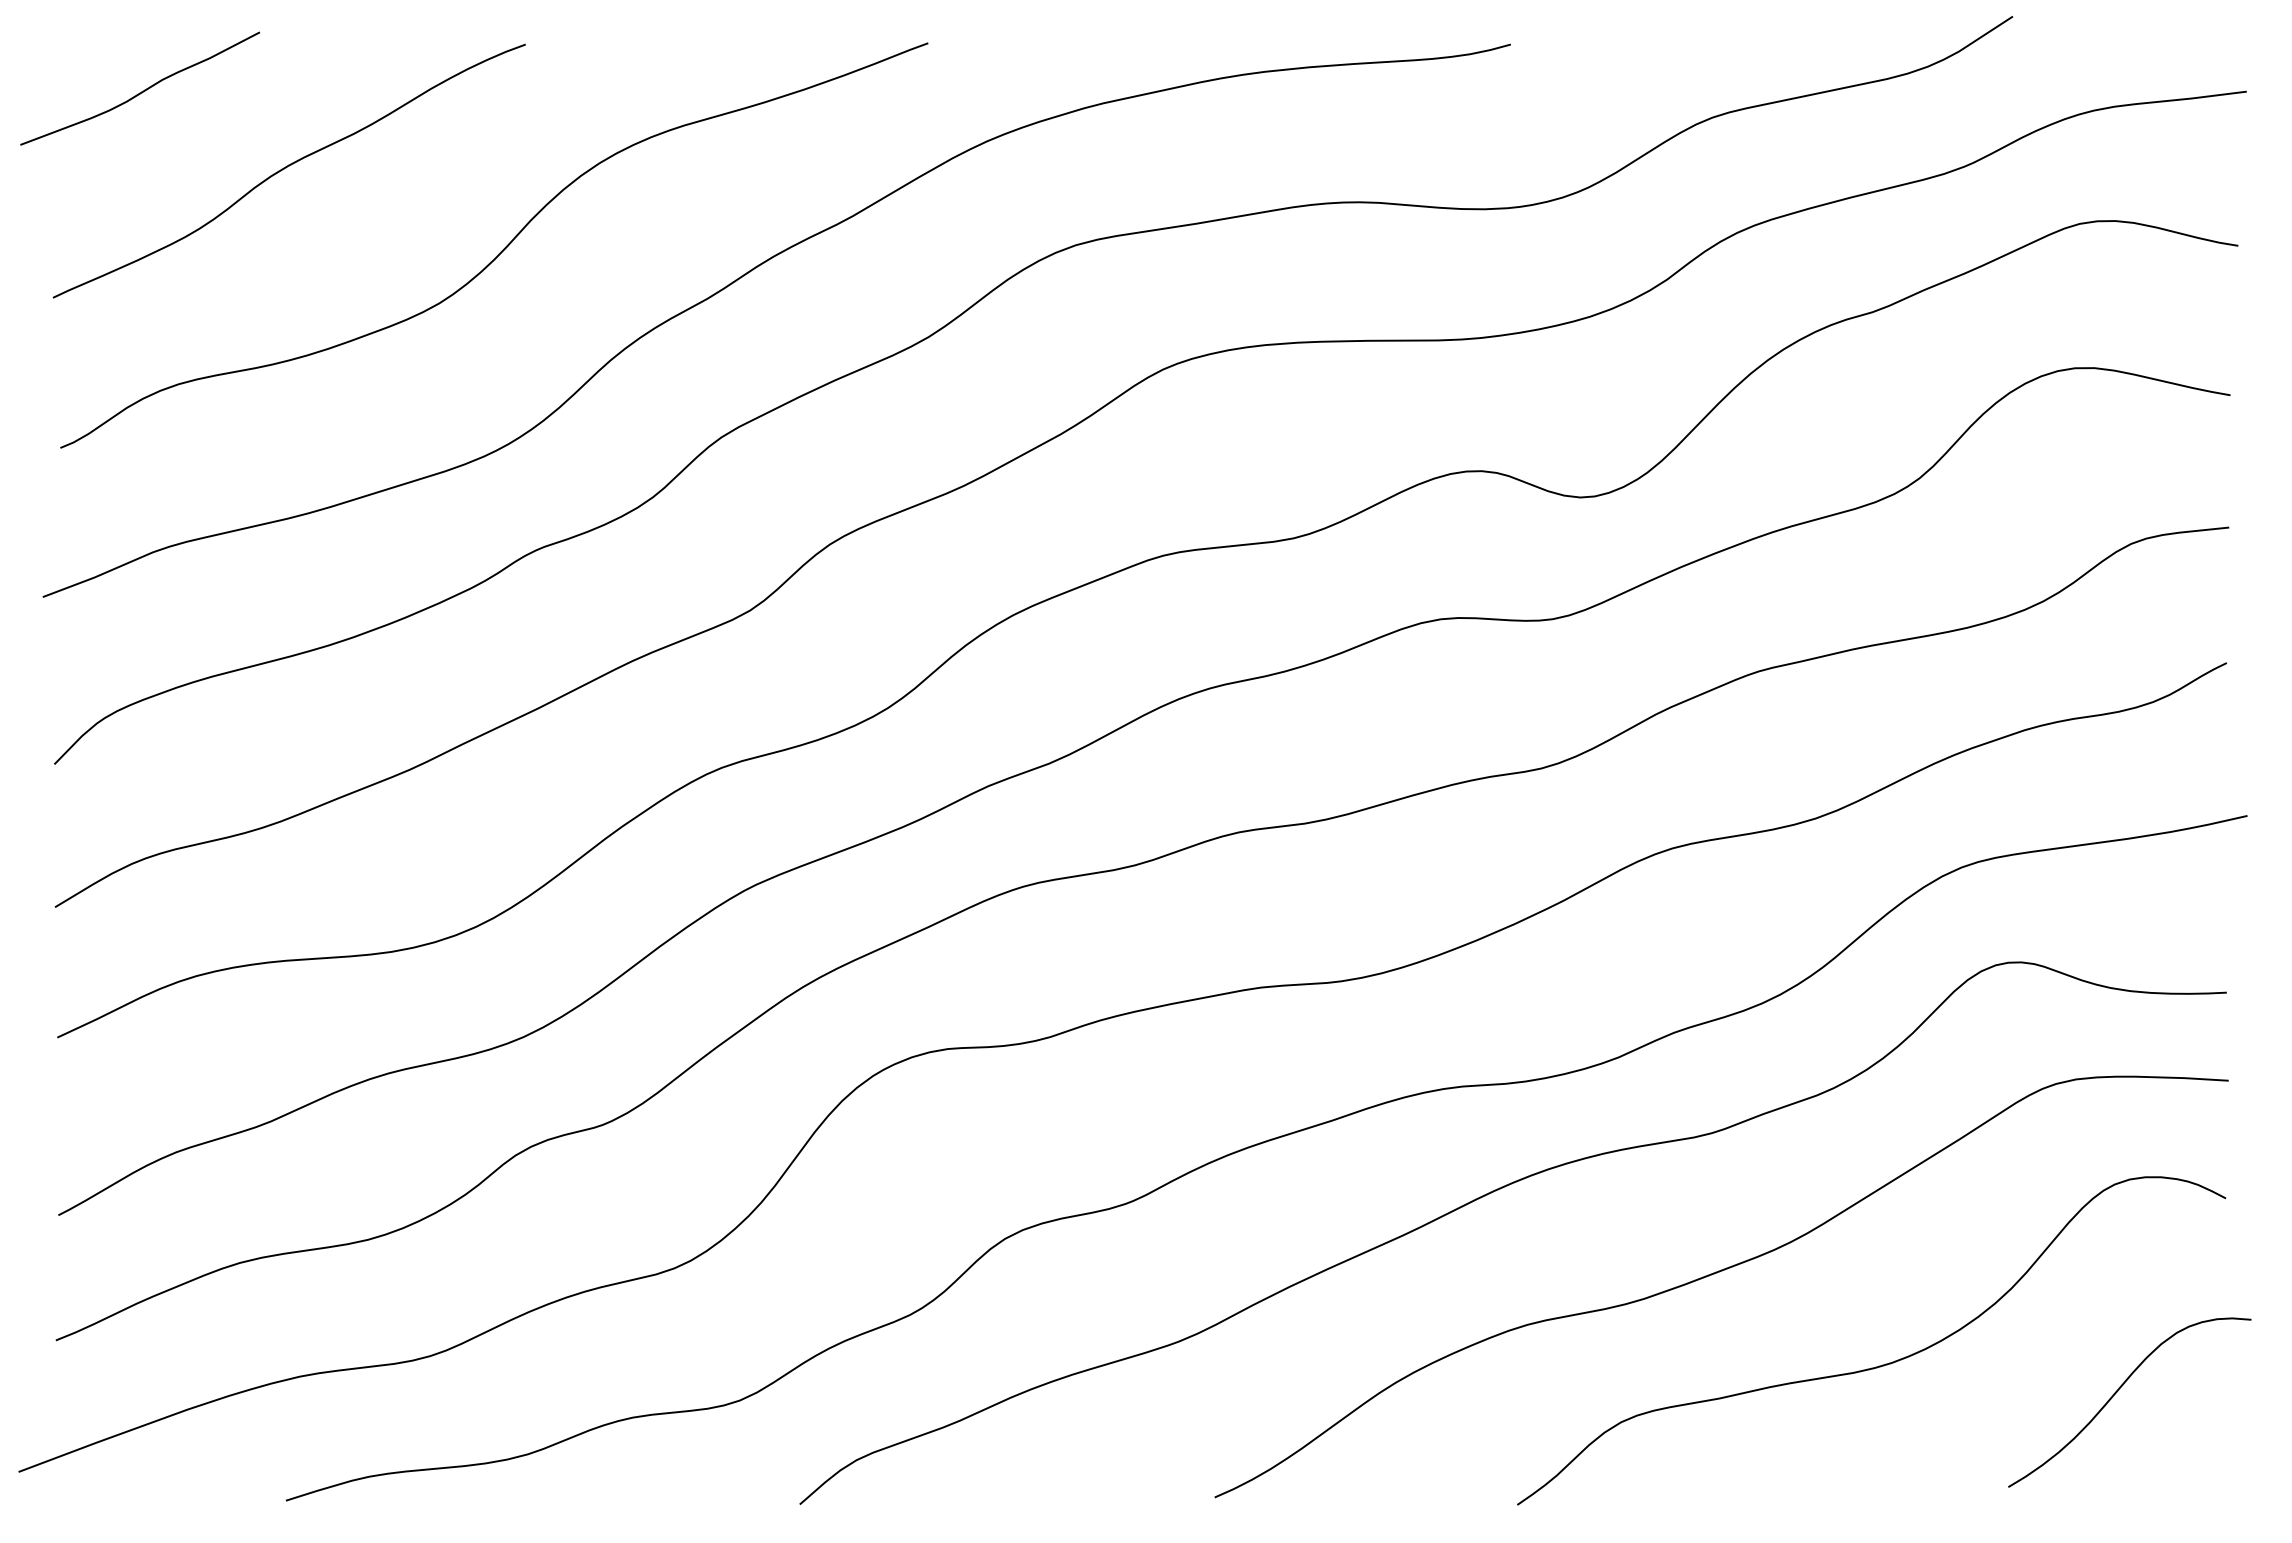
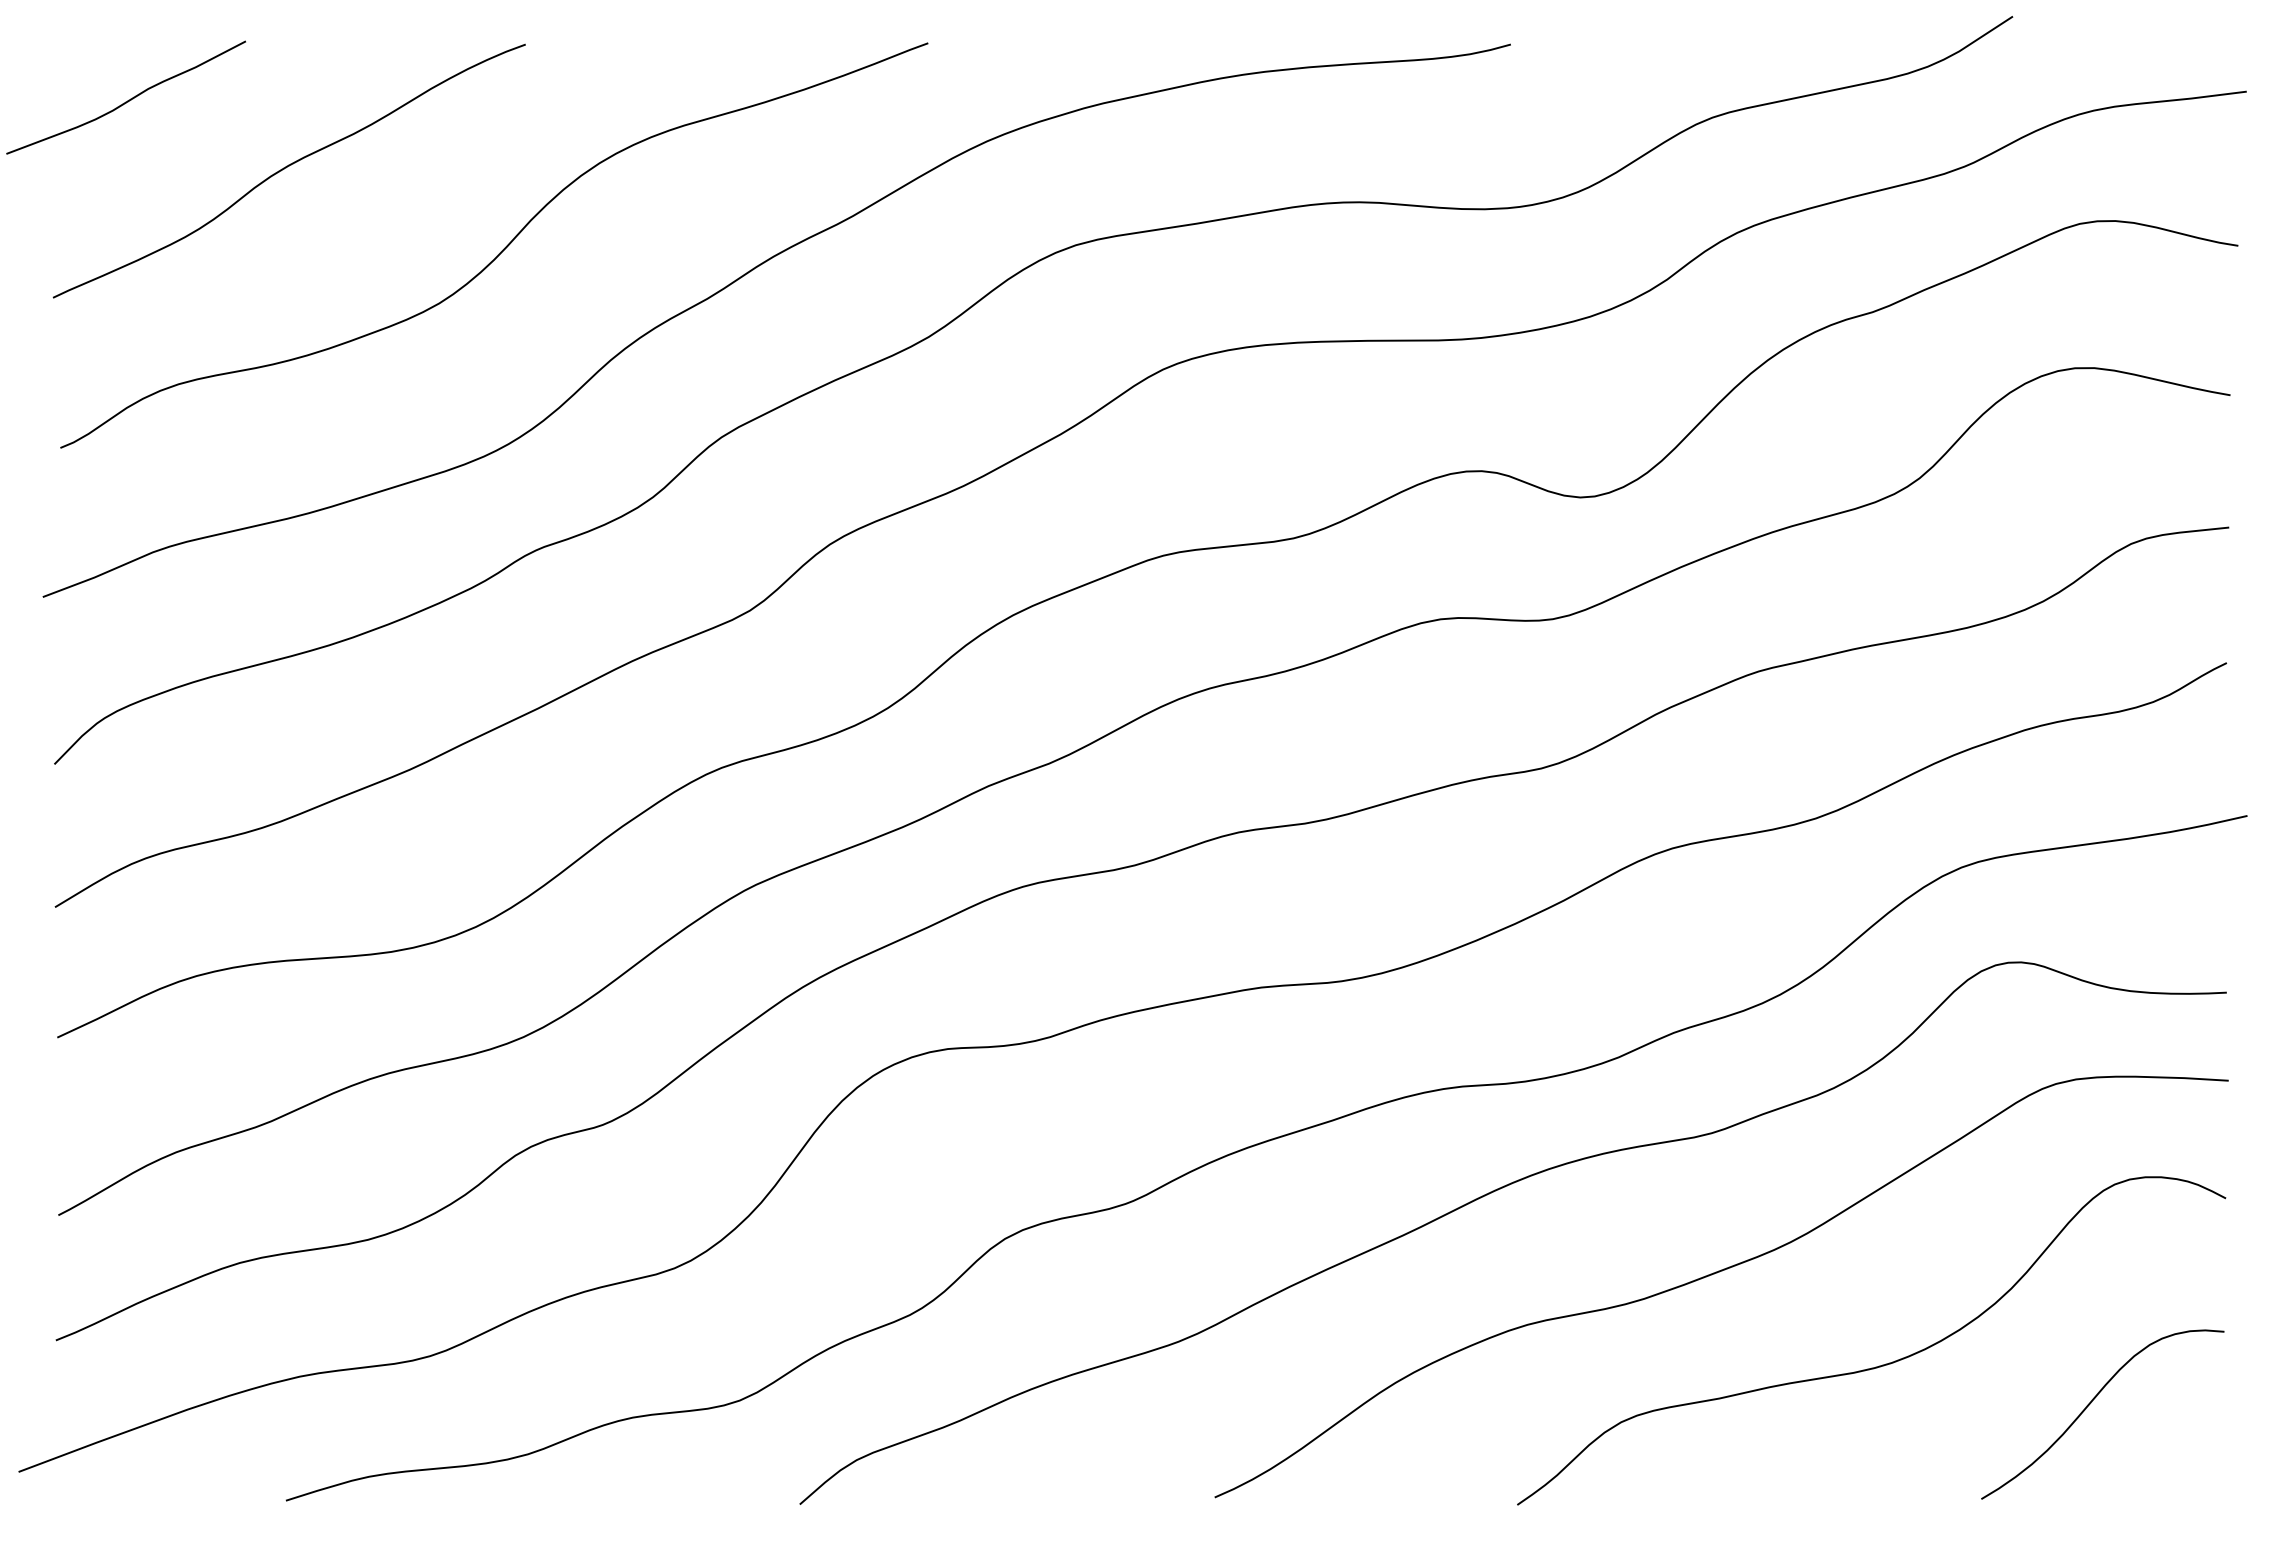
curve at (141, 91) position: (141, 91) -> (127, 100)
curve at (2118, 1391) position: (2118, 1391) -> (2091, 1403)
